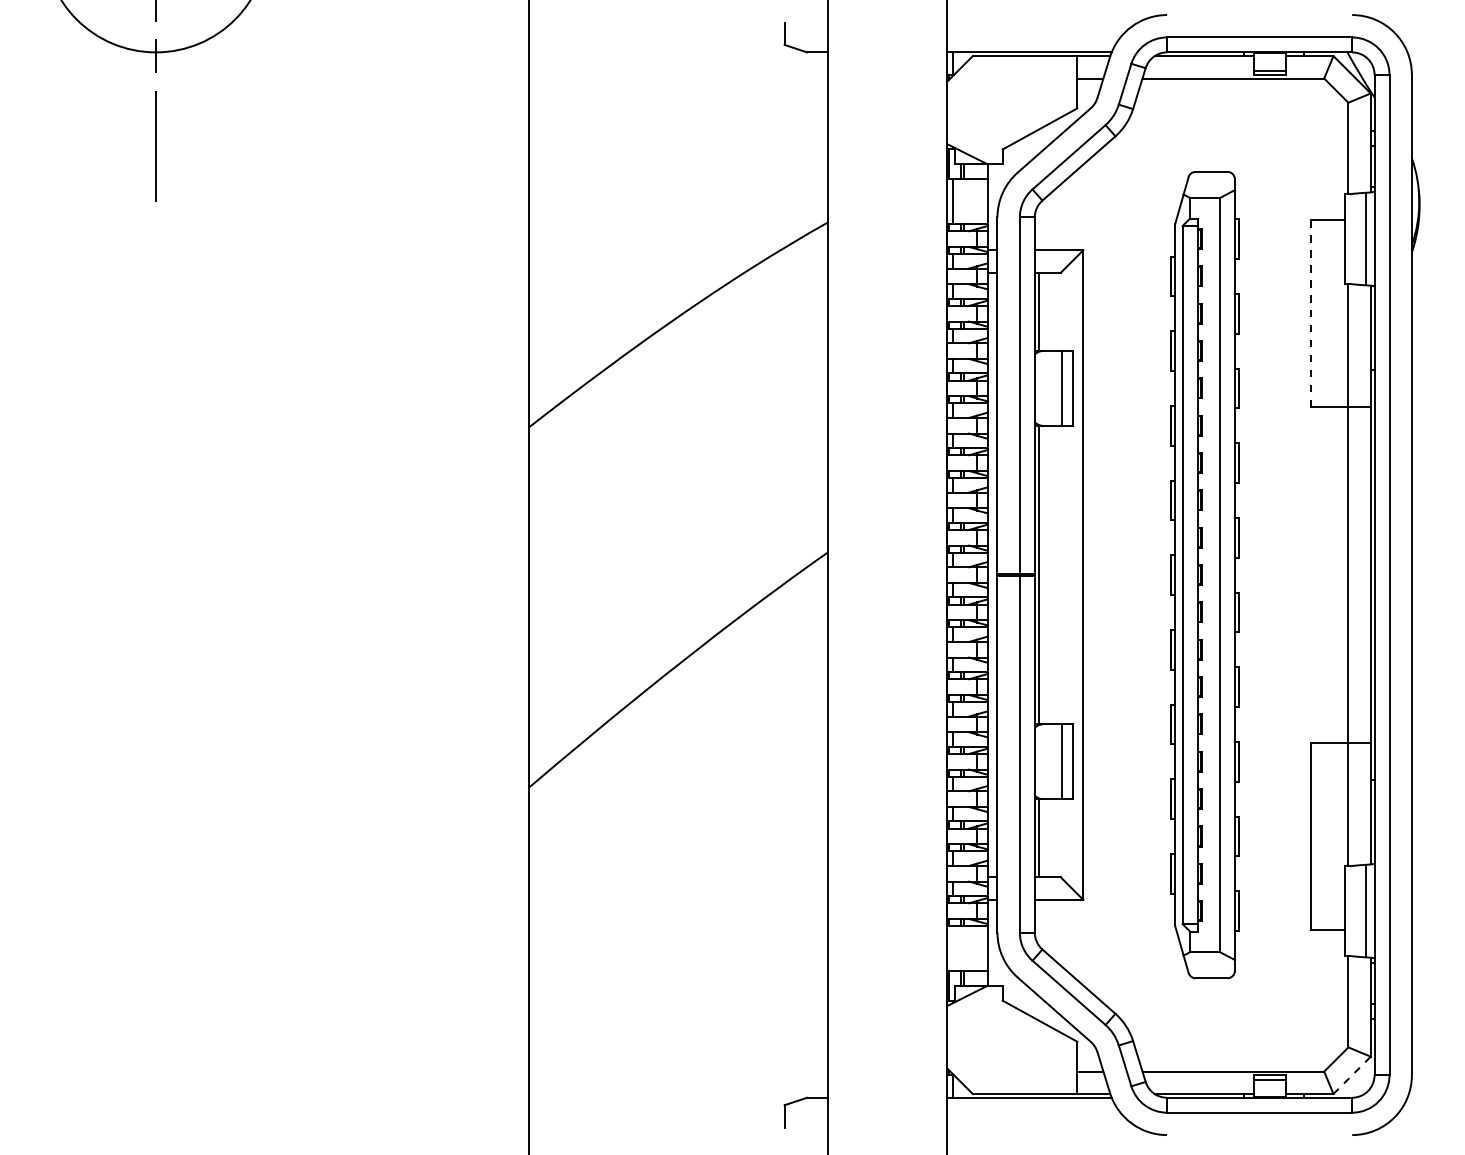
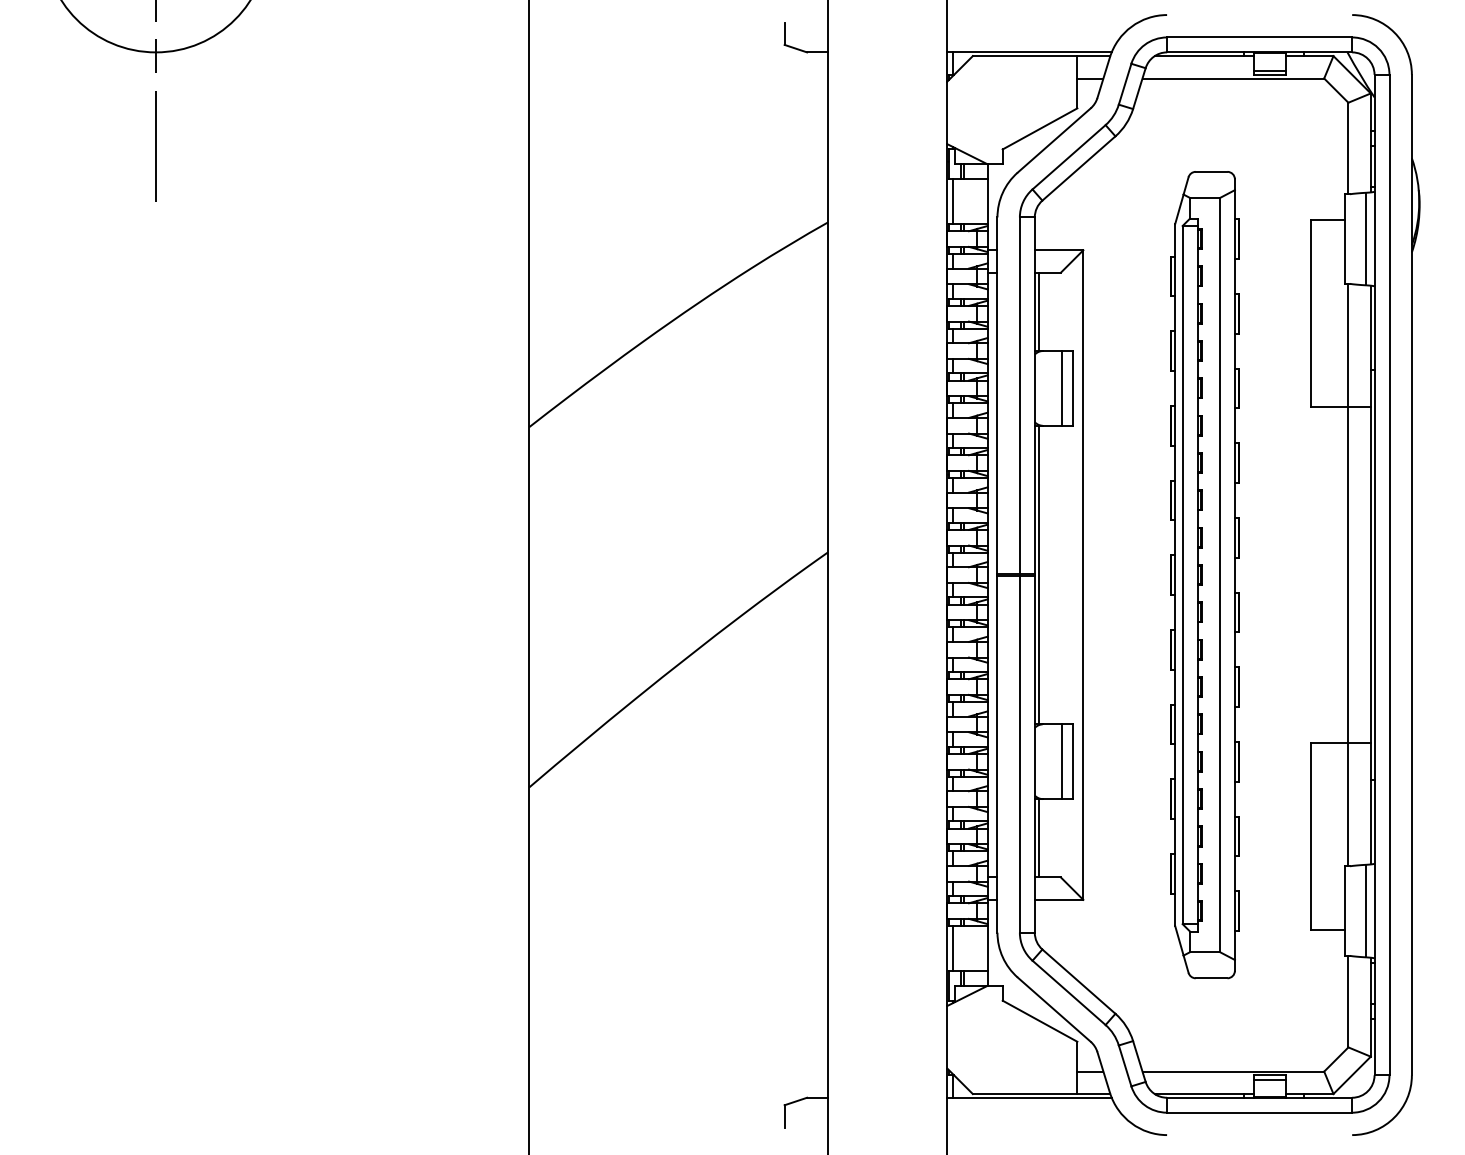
line at (1311, 313): dashed -> solid
line at (953, 948): none -> present
line at (1352, 1075): dashed -> solid
